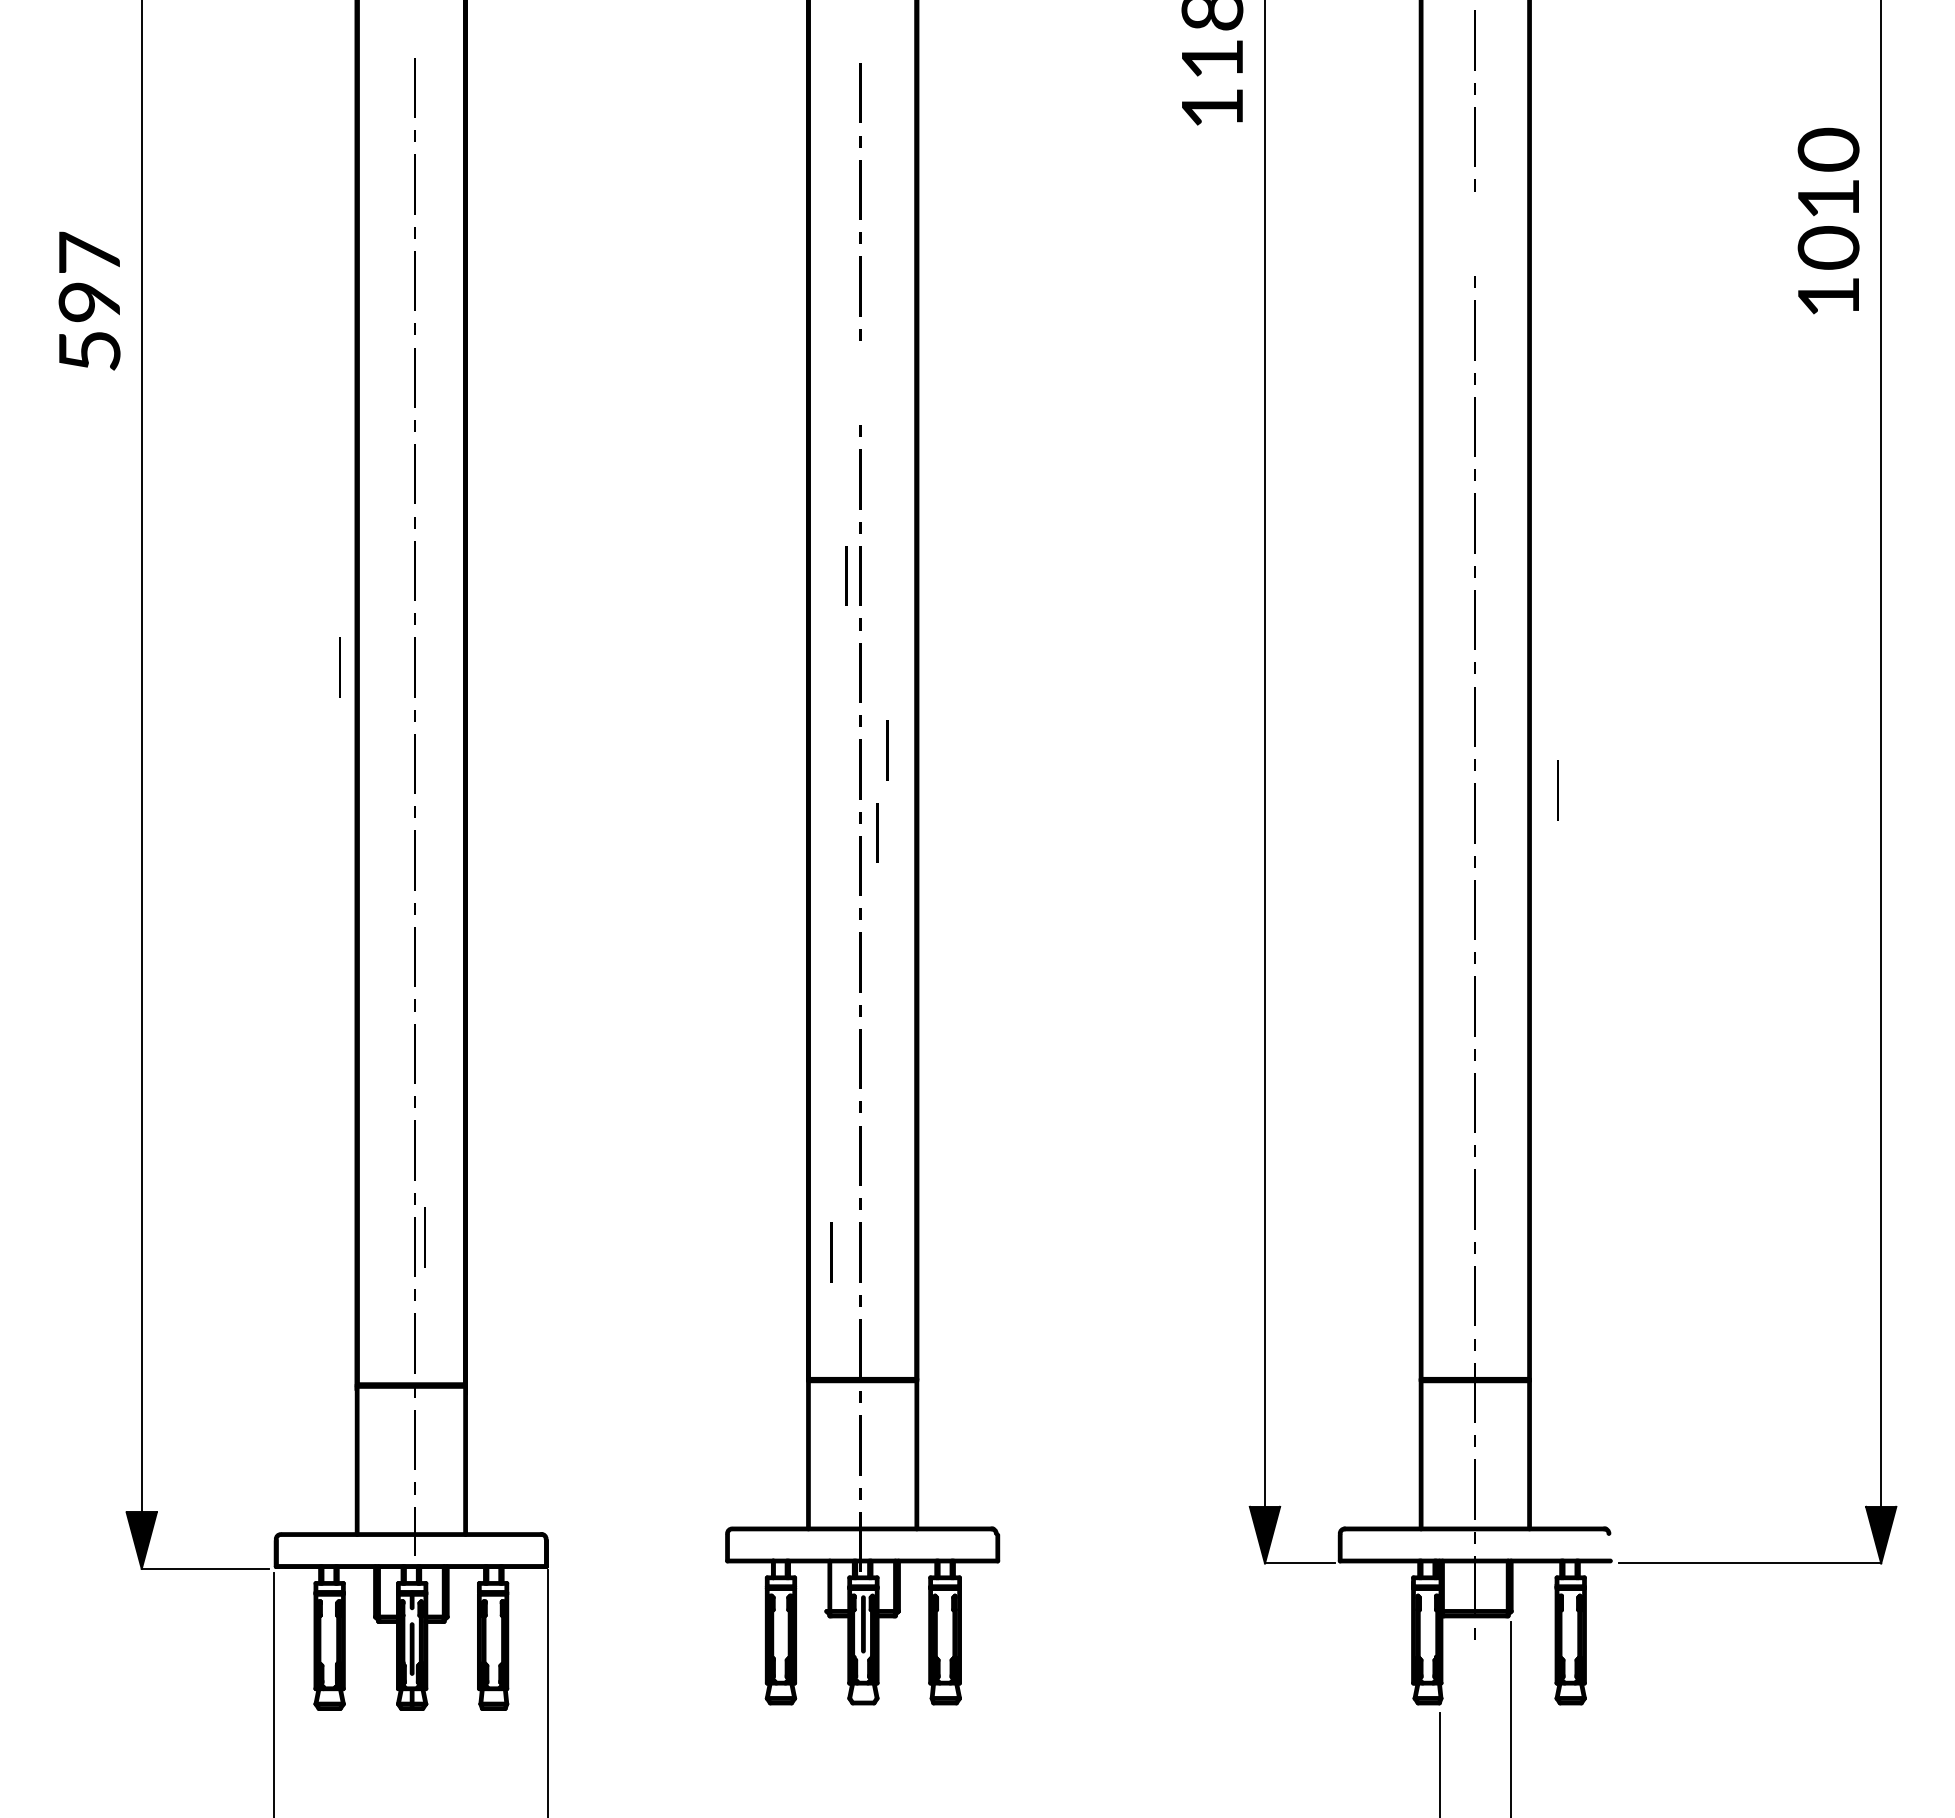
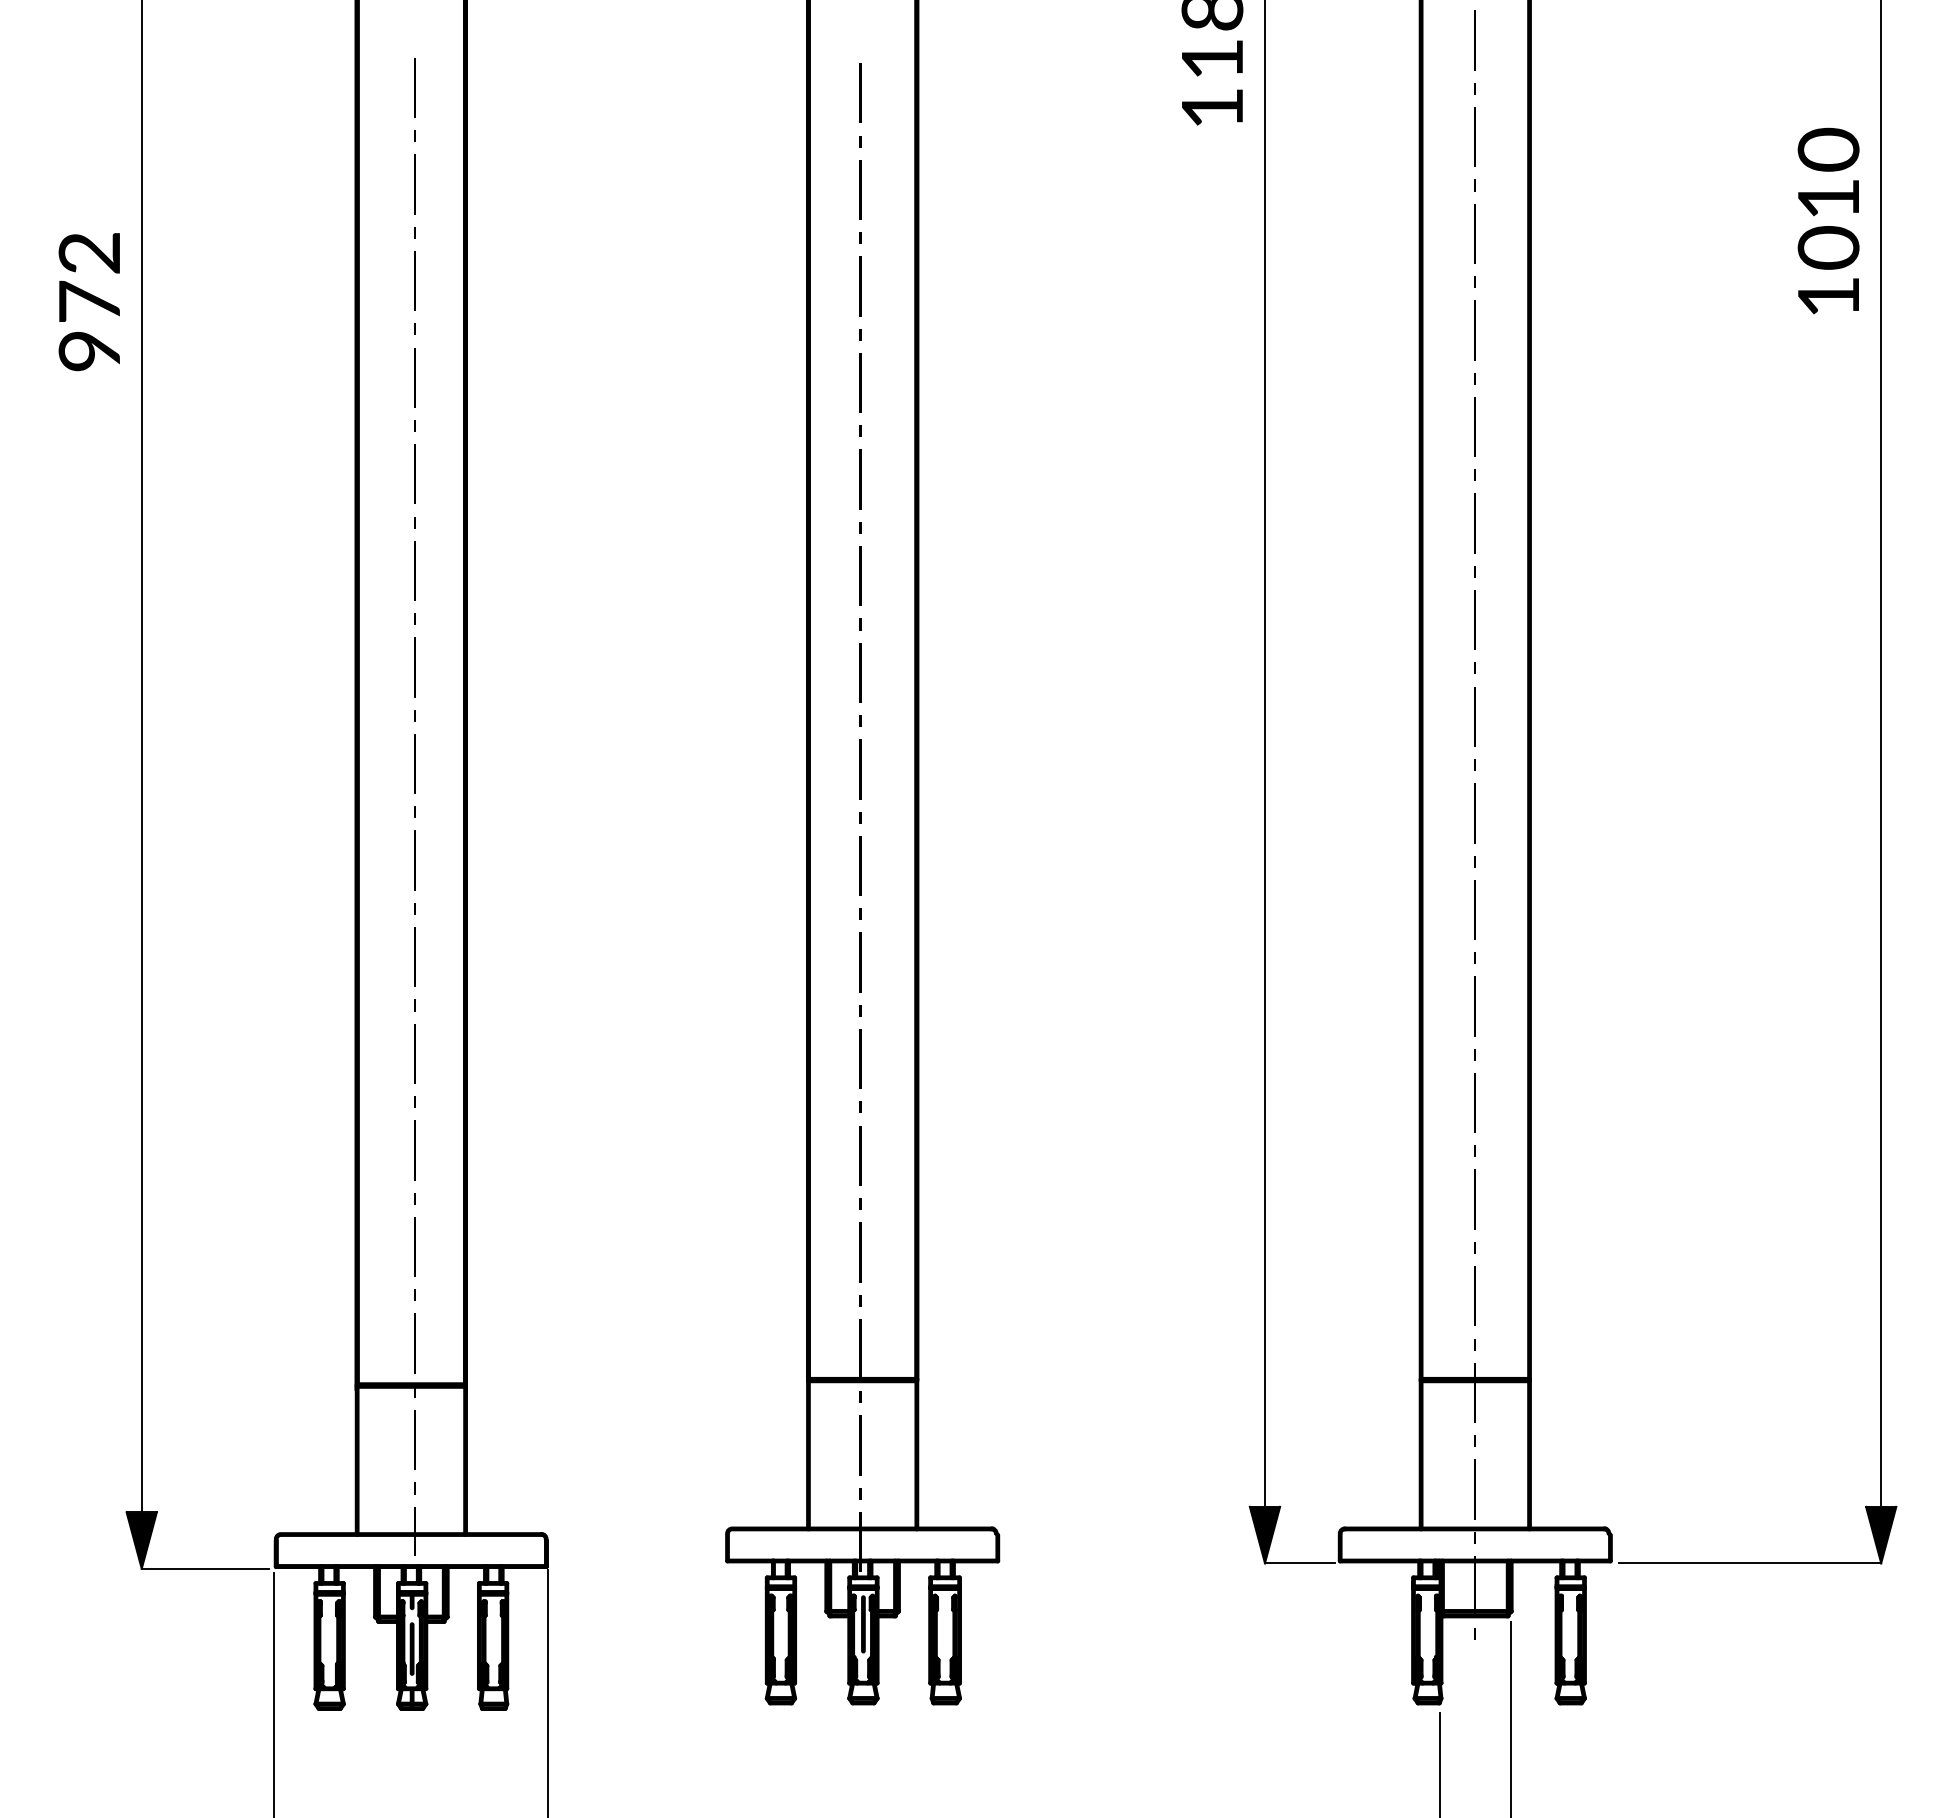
fill at (1474, 233): none -> present
text at (89, 301): 597 -> 972
fill at (860, 382): none -> present
line at (846, 575): present -> none
line at (339, 667): present -> none
line at (887, 750): present -> none
line at (1557, 790): present -> none
line at (877, 832): present -> none
line at (424, 1237): present -> none
line at (831, 1252): present -> none
fill at (1610, 1547): none -> present
fill at (826, 1585): none -> present
fill at (863, 1698): none -> present
